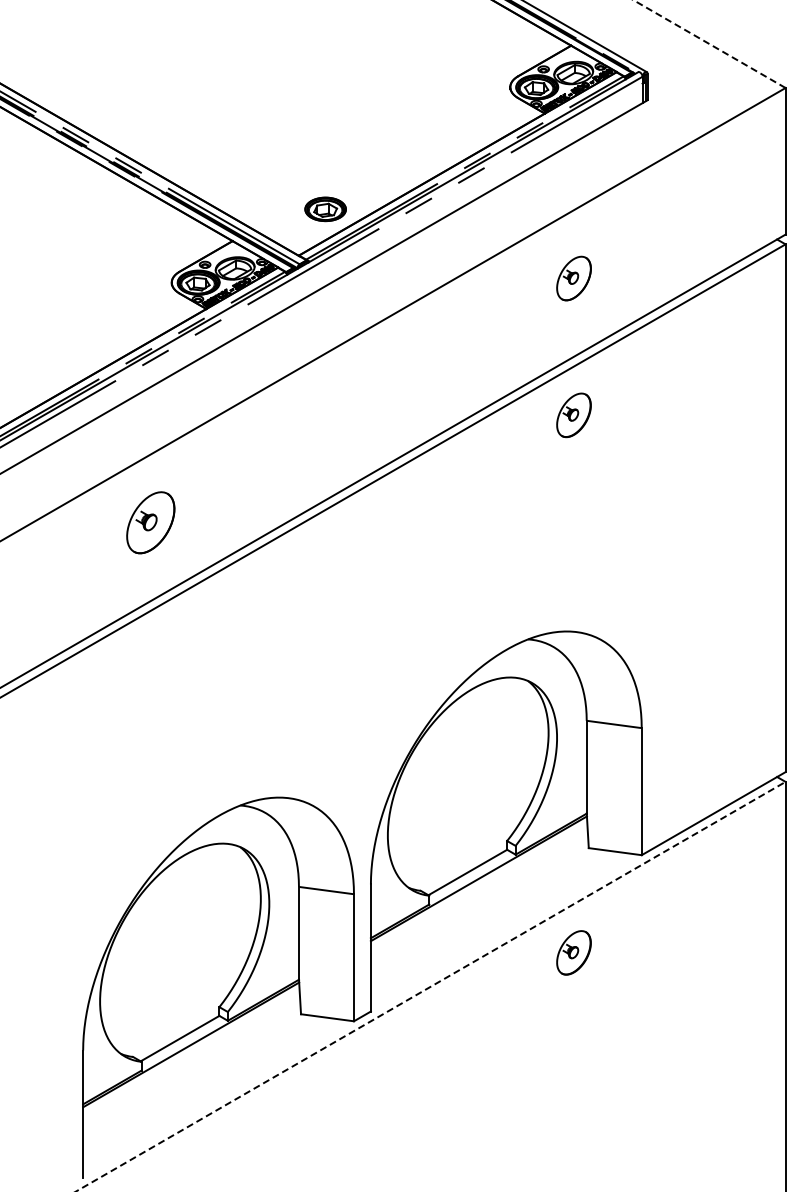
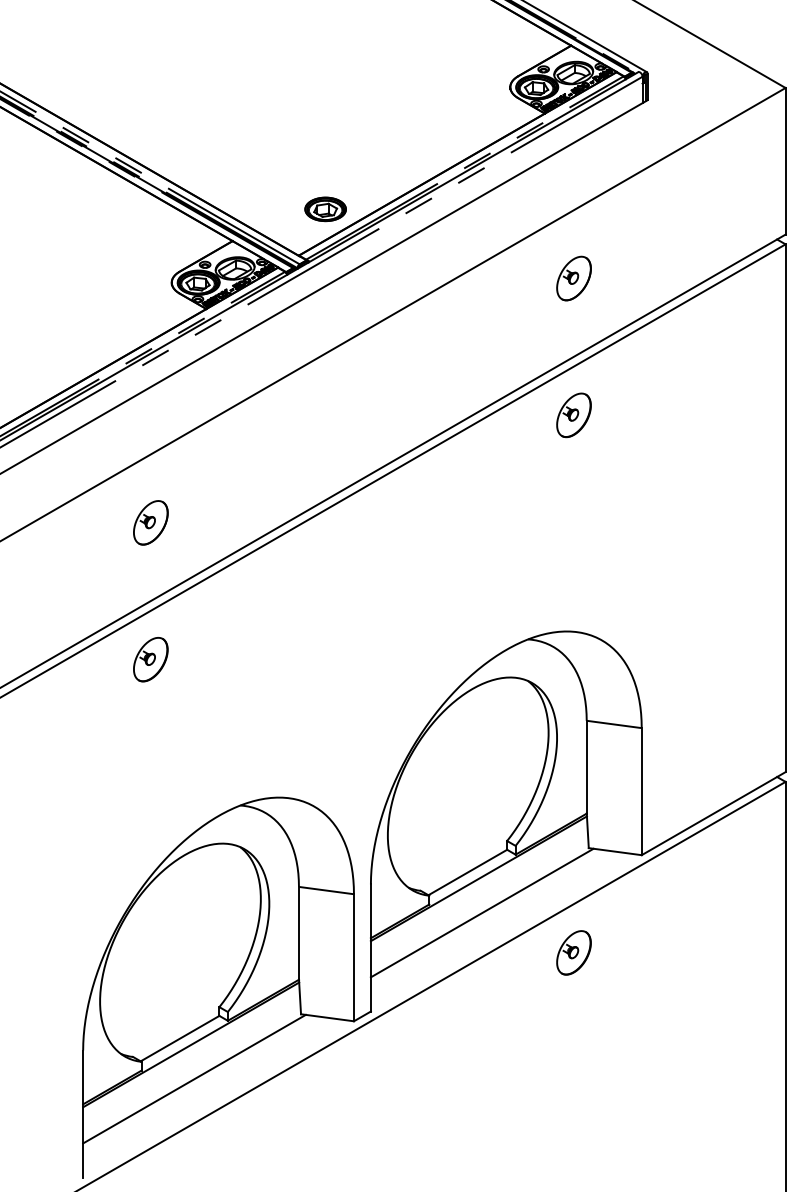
line at (709, 44): dashed -> solid
part at (150, 522) size: 50x64 px -> 36x46 px
part at (150, 659): none -> present
line at (481, 912): none -> present
line at (430, 986): dashed -> solid
line at (194, 1078): none -> present
